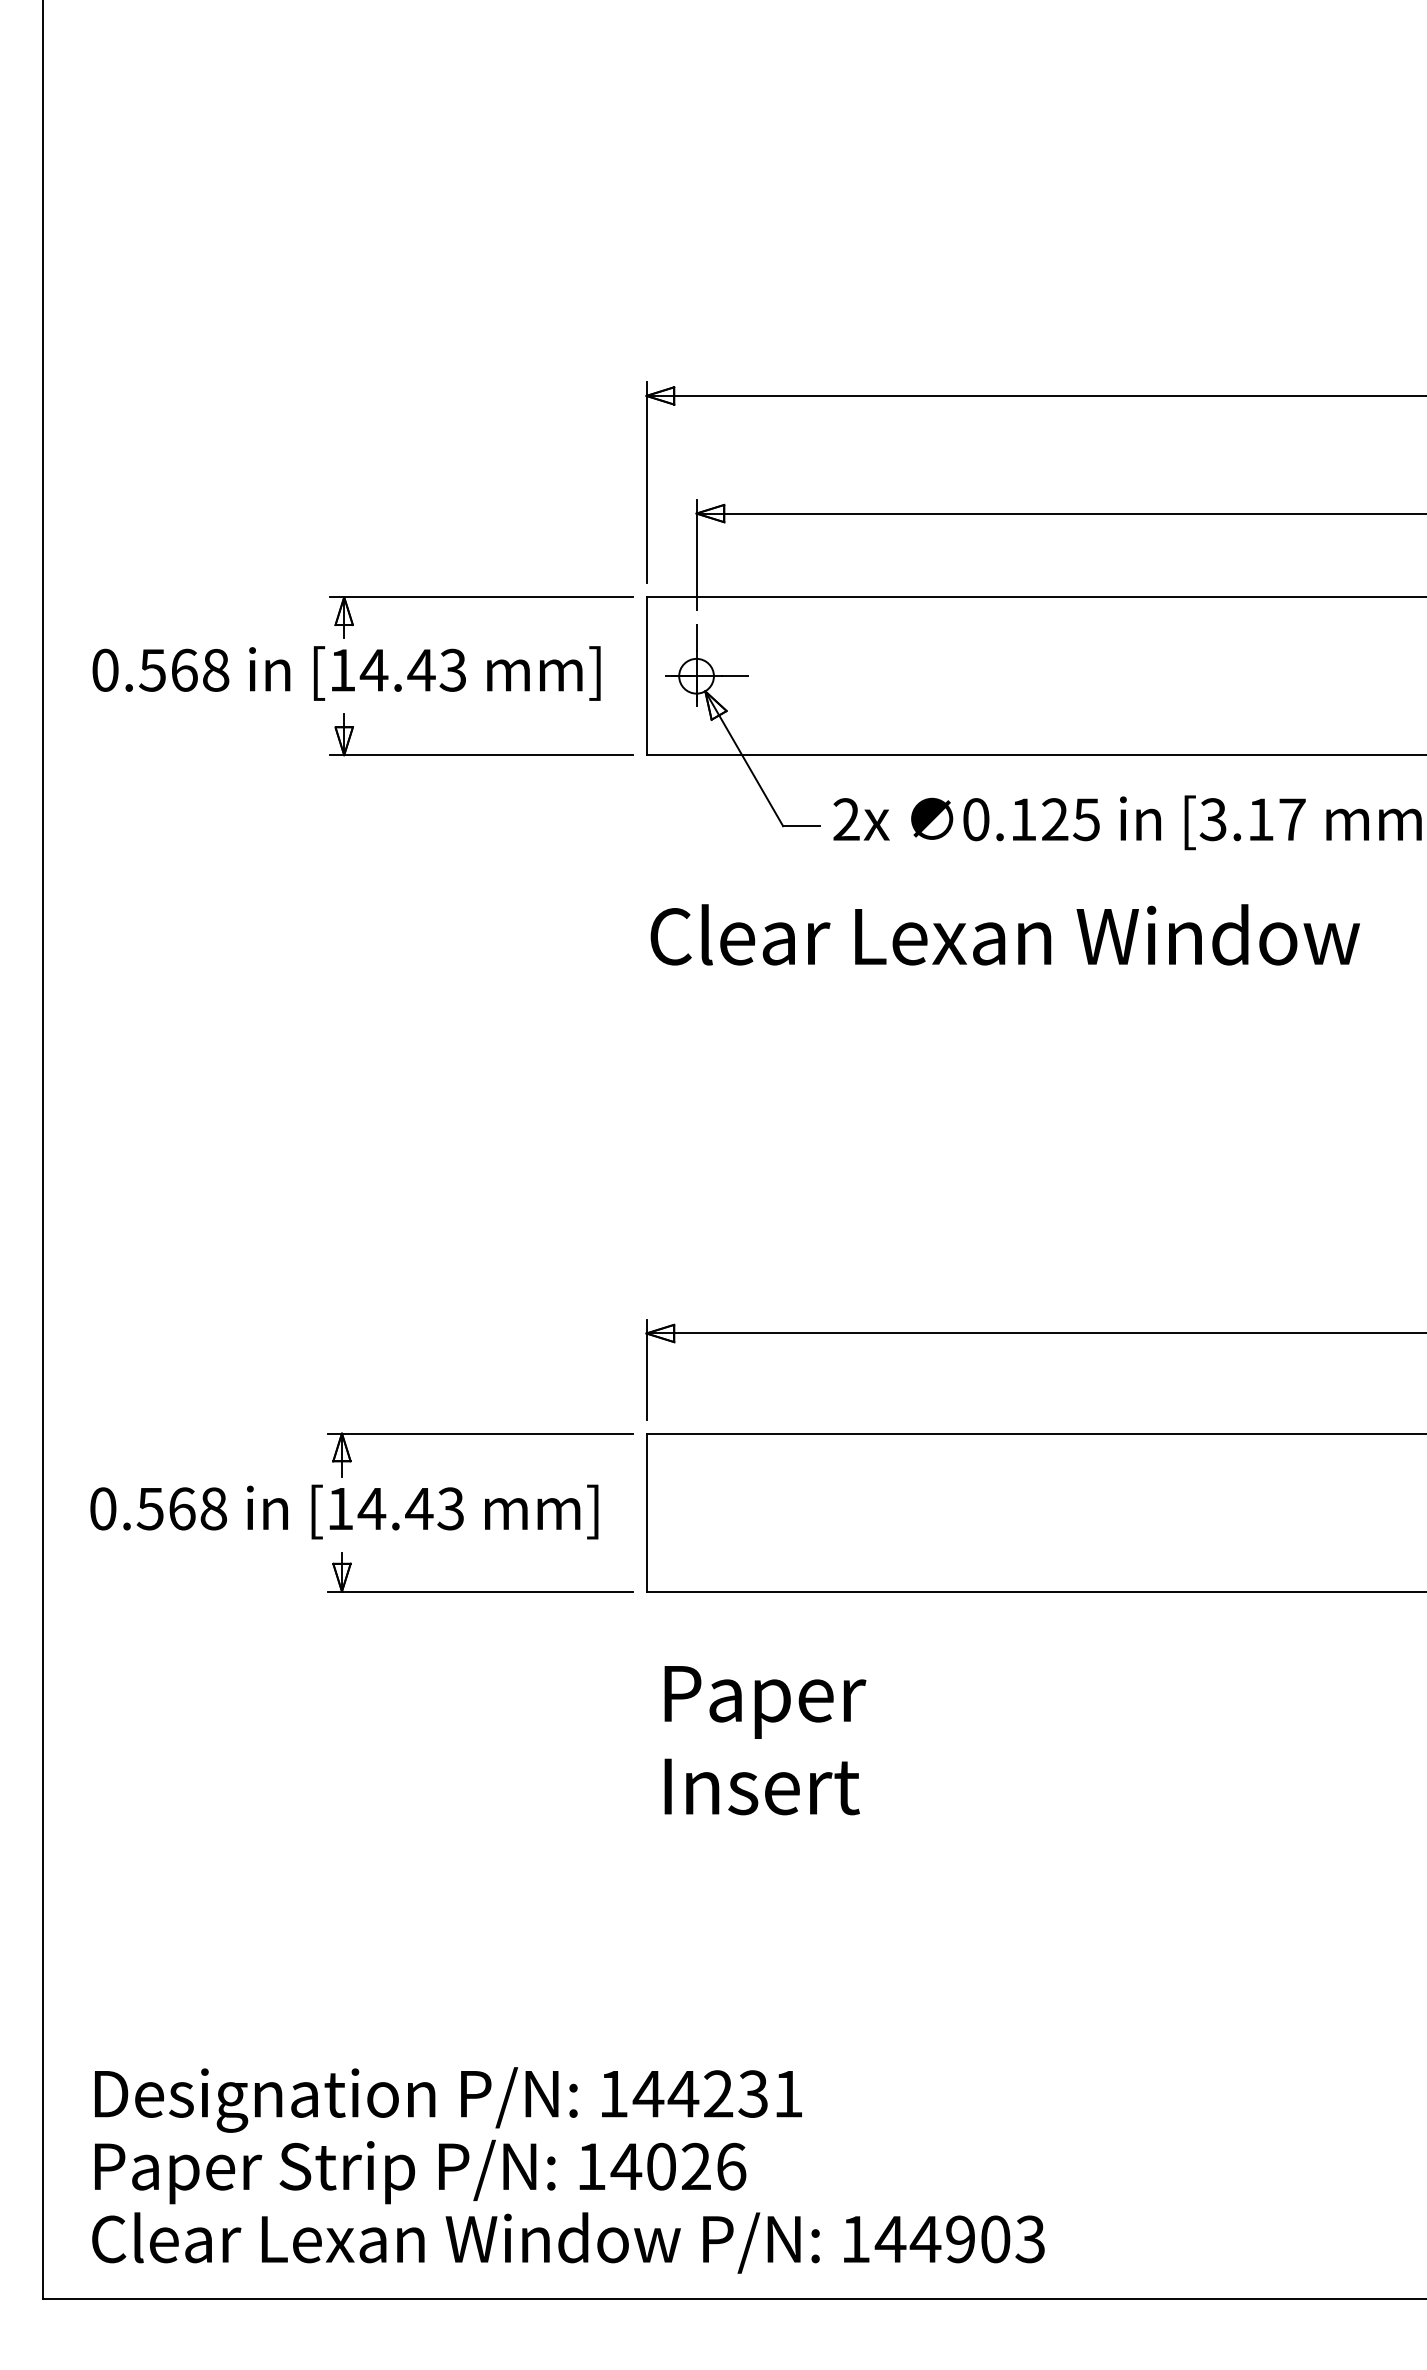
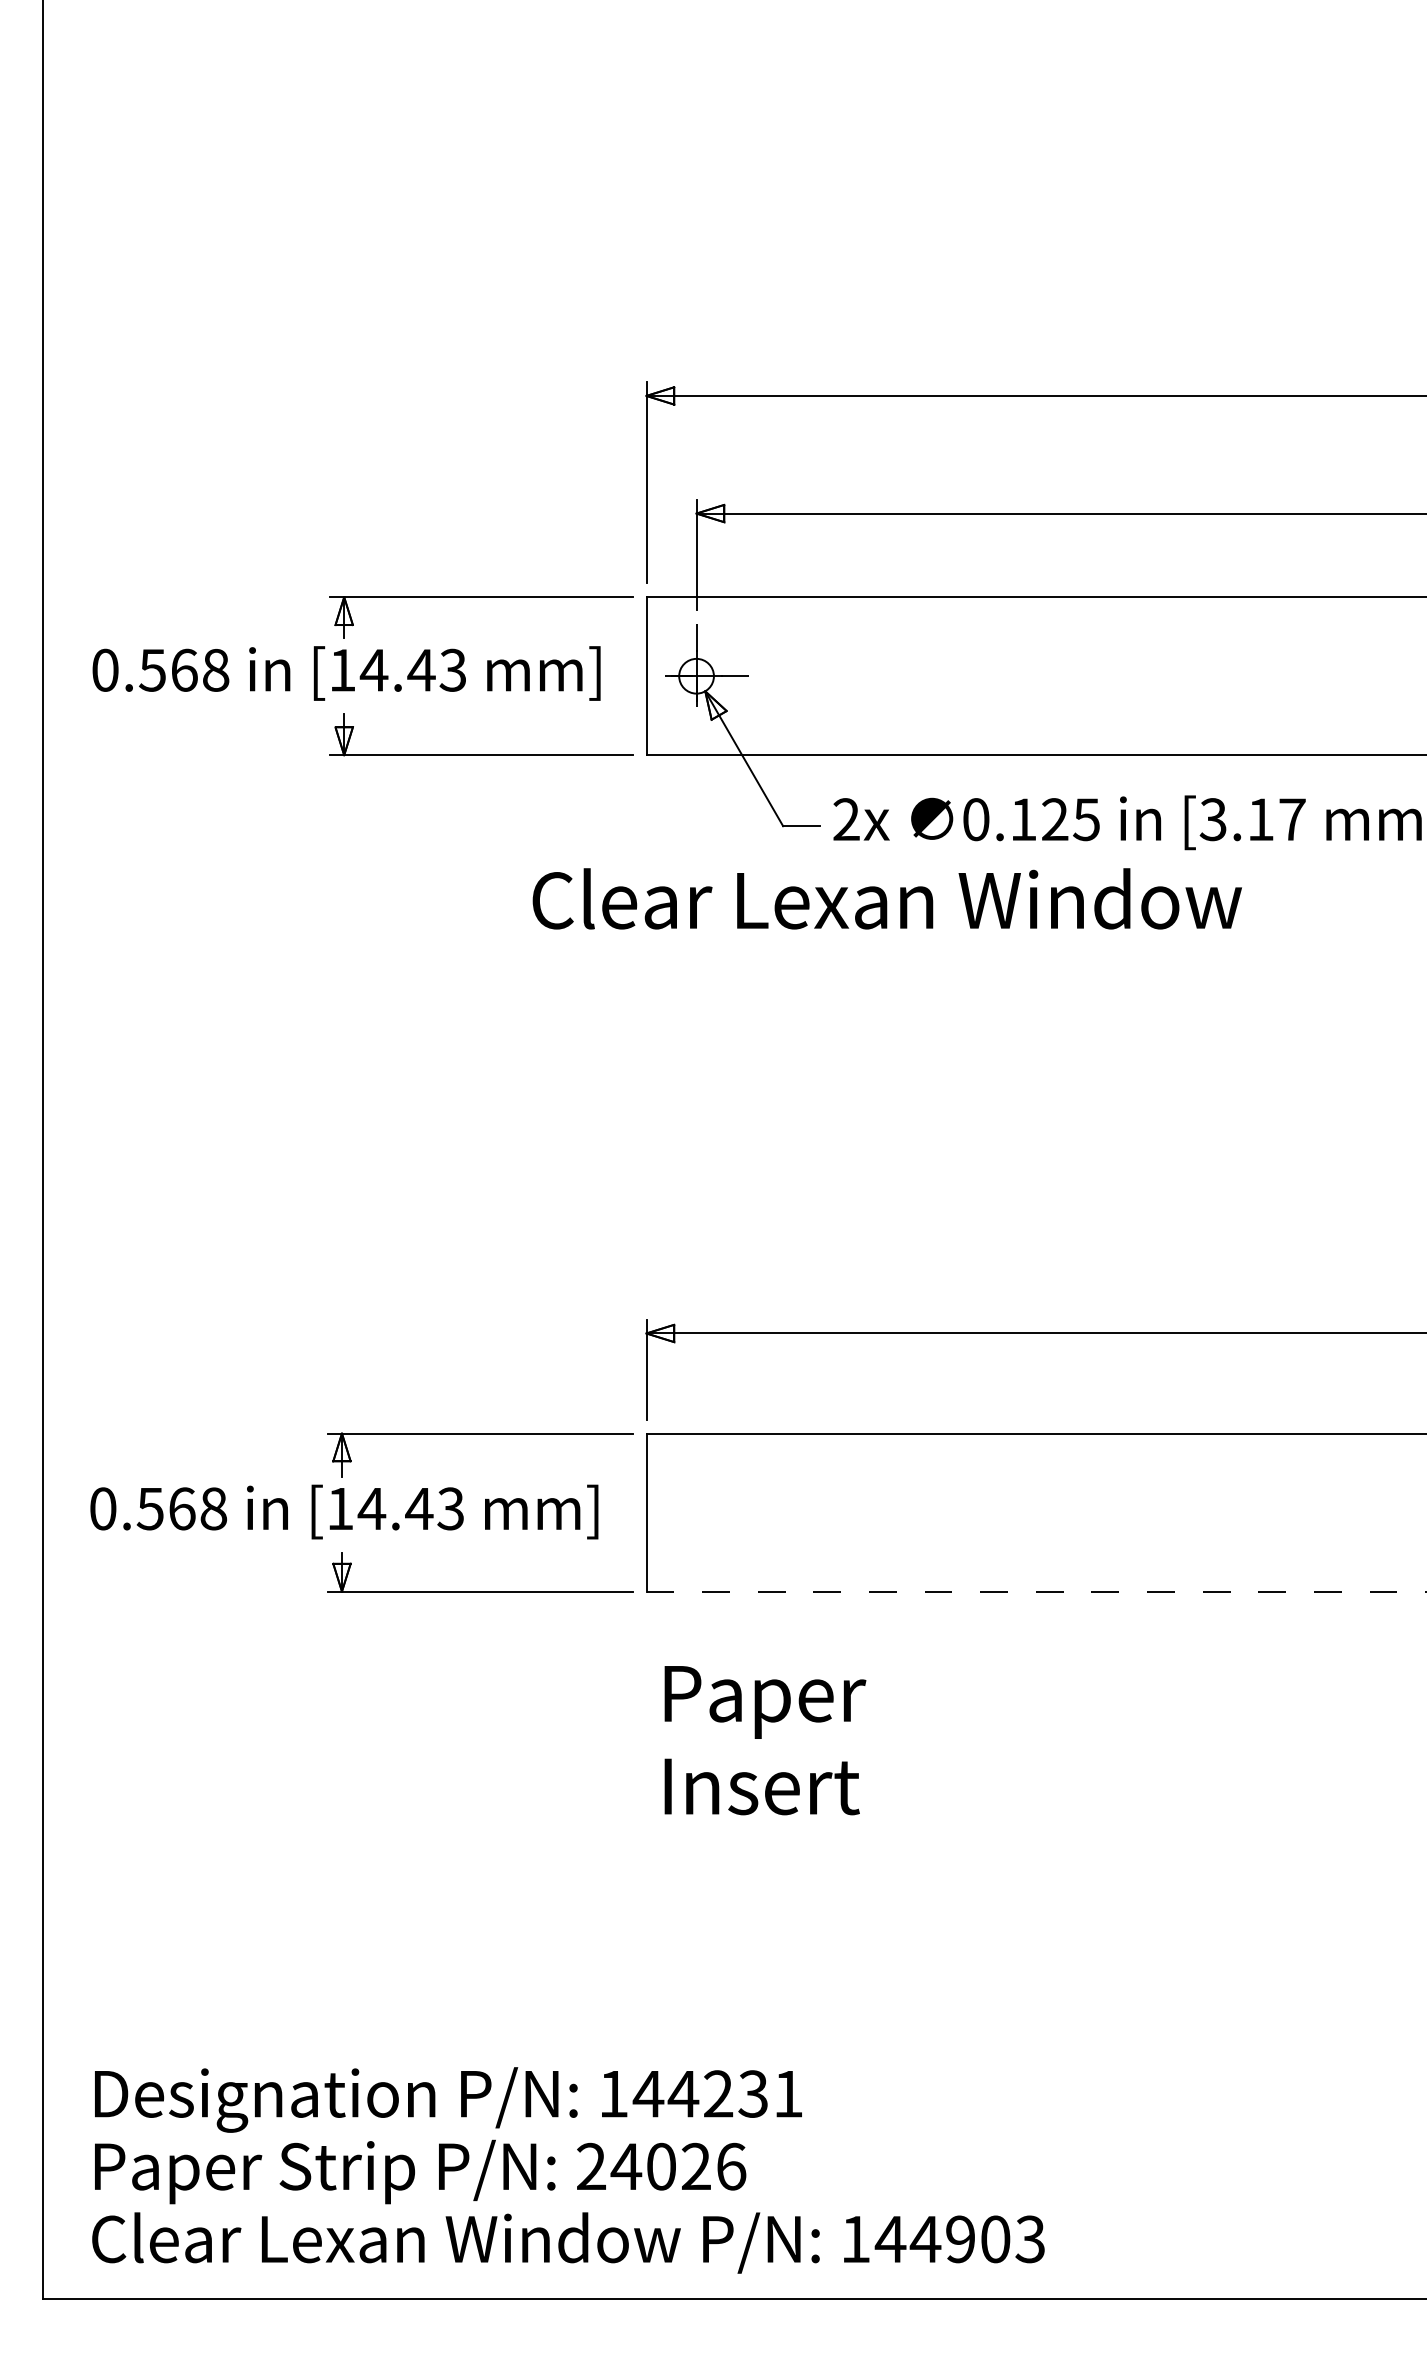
text at (1004, 934) position: (1004, 934) -> (886, 898)
line at (1036, 1591): solid -> dashed
text at (591, 2165): 14026 -> 24026
